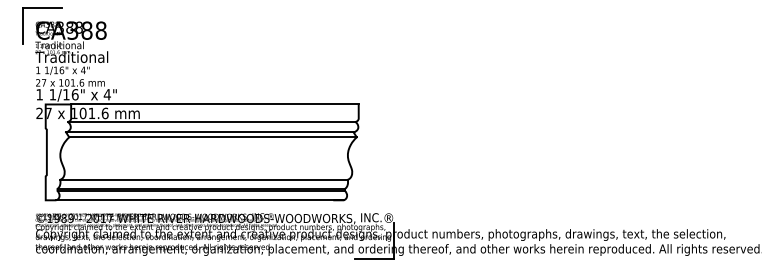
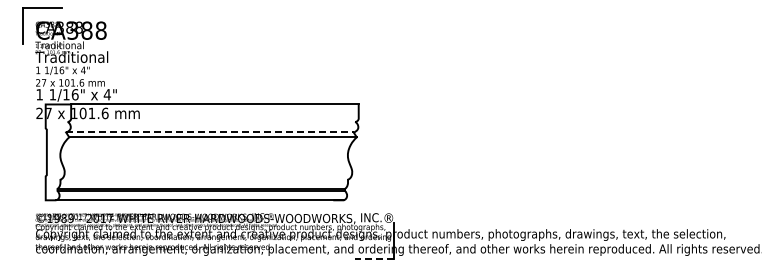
line at (211, 122): present -> none
line at (209, 132): solid -> dashed
line at (204, 179): present -> none
line at (374, 259): solid -> dashed
